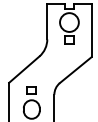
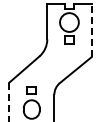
line at (91, 30): solid -> dashed
line at (9, 102): solid -> dashed
